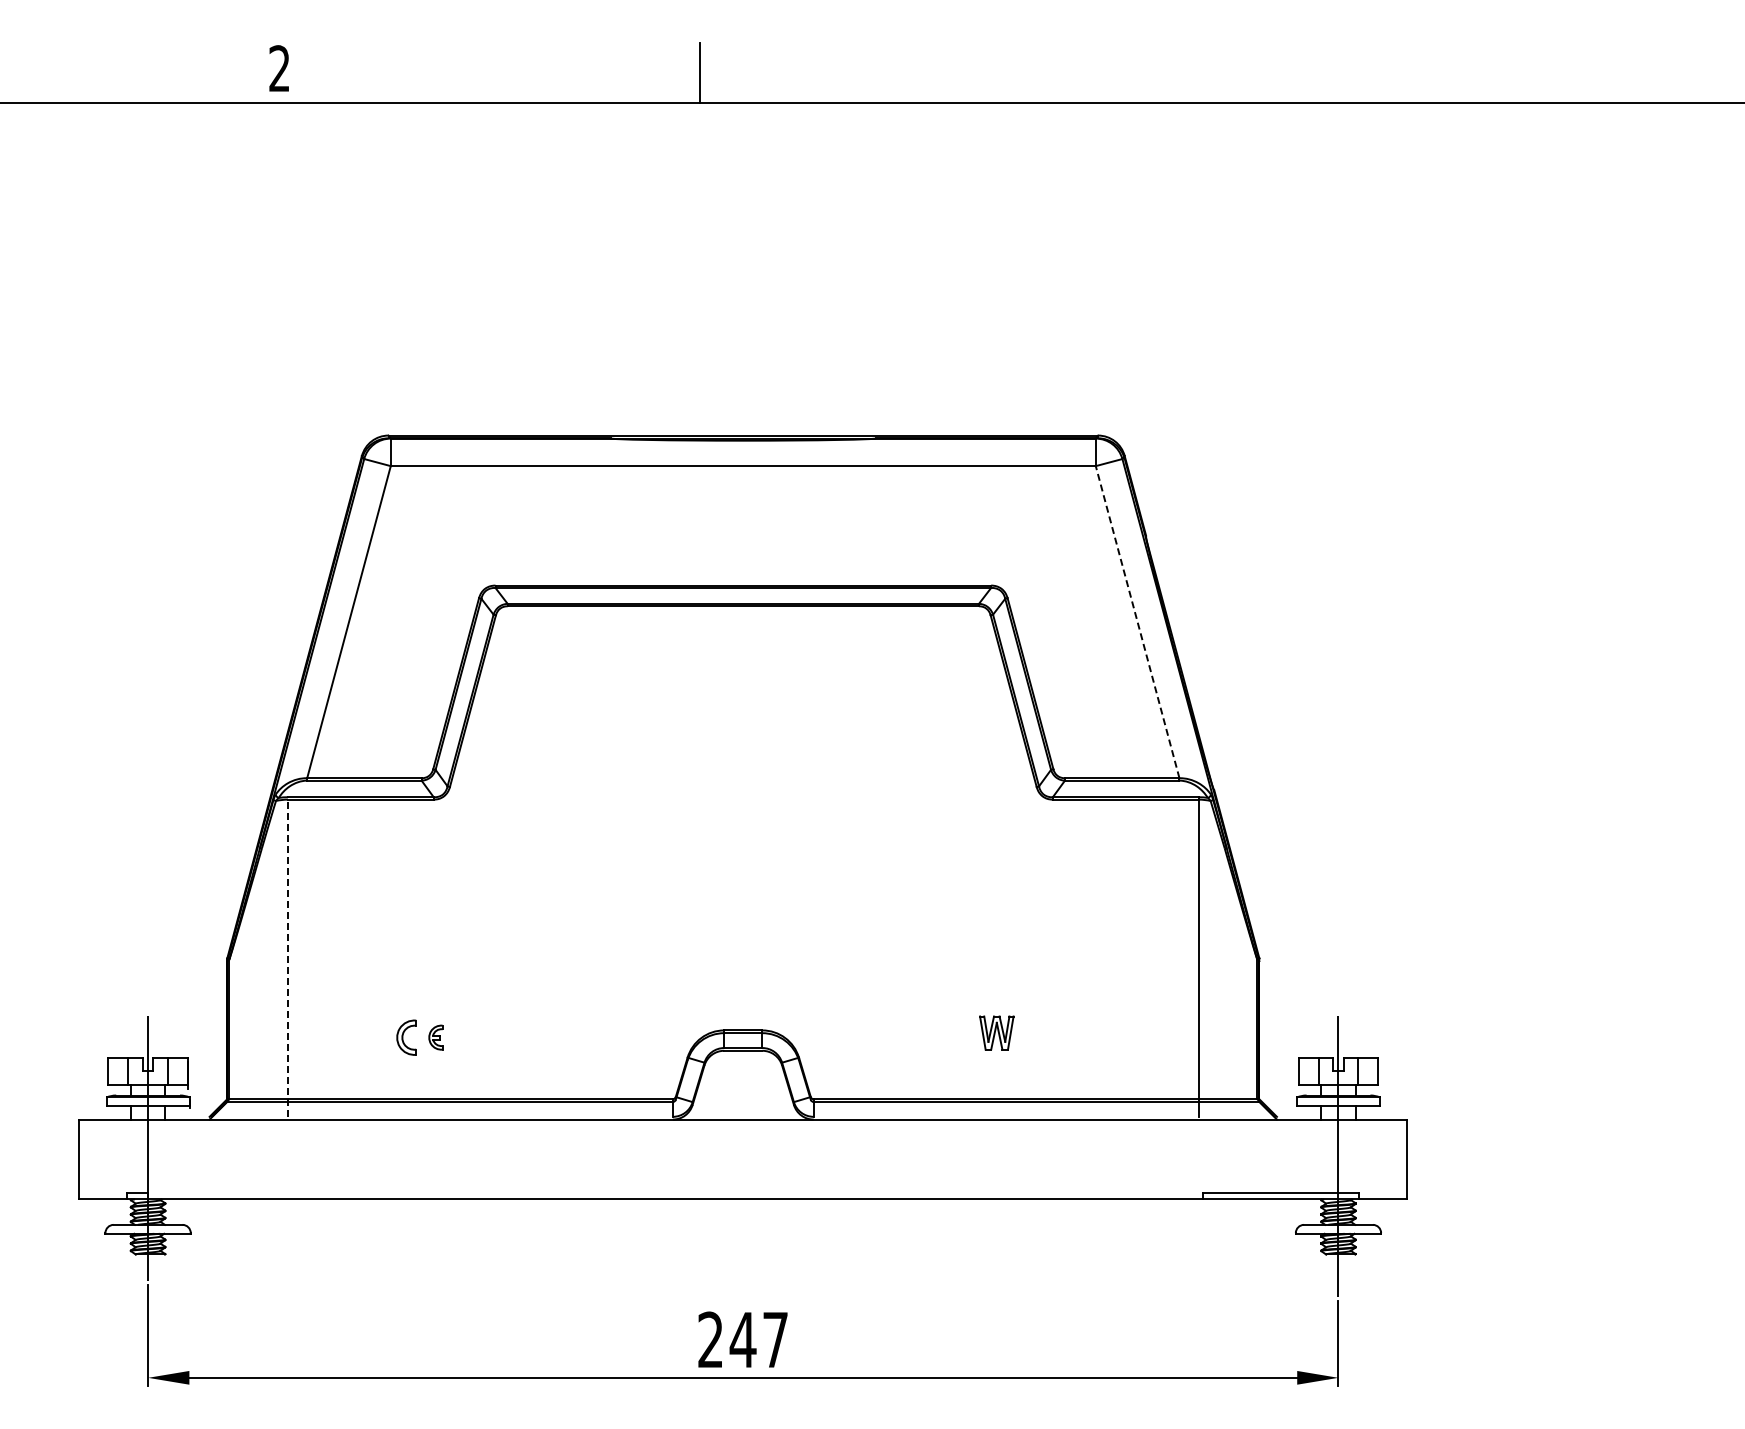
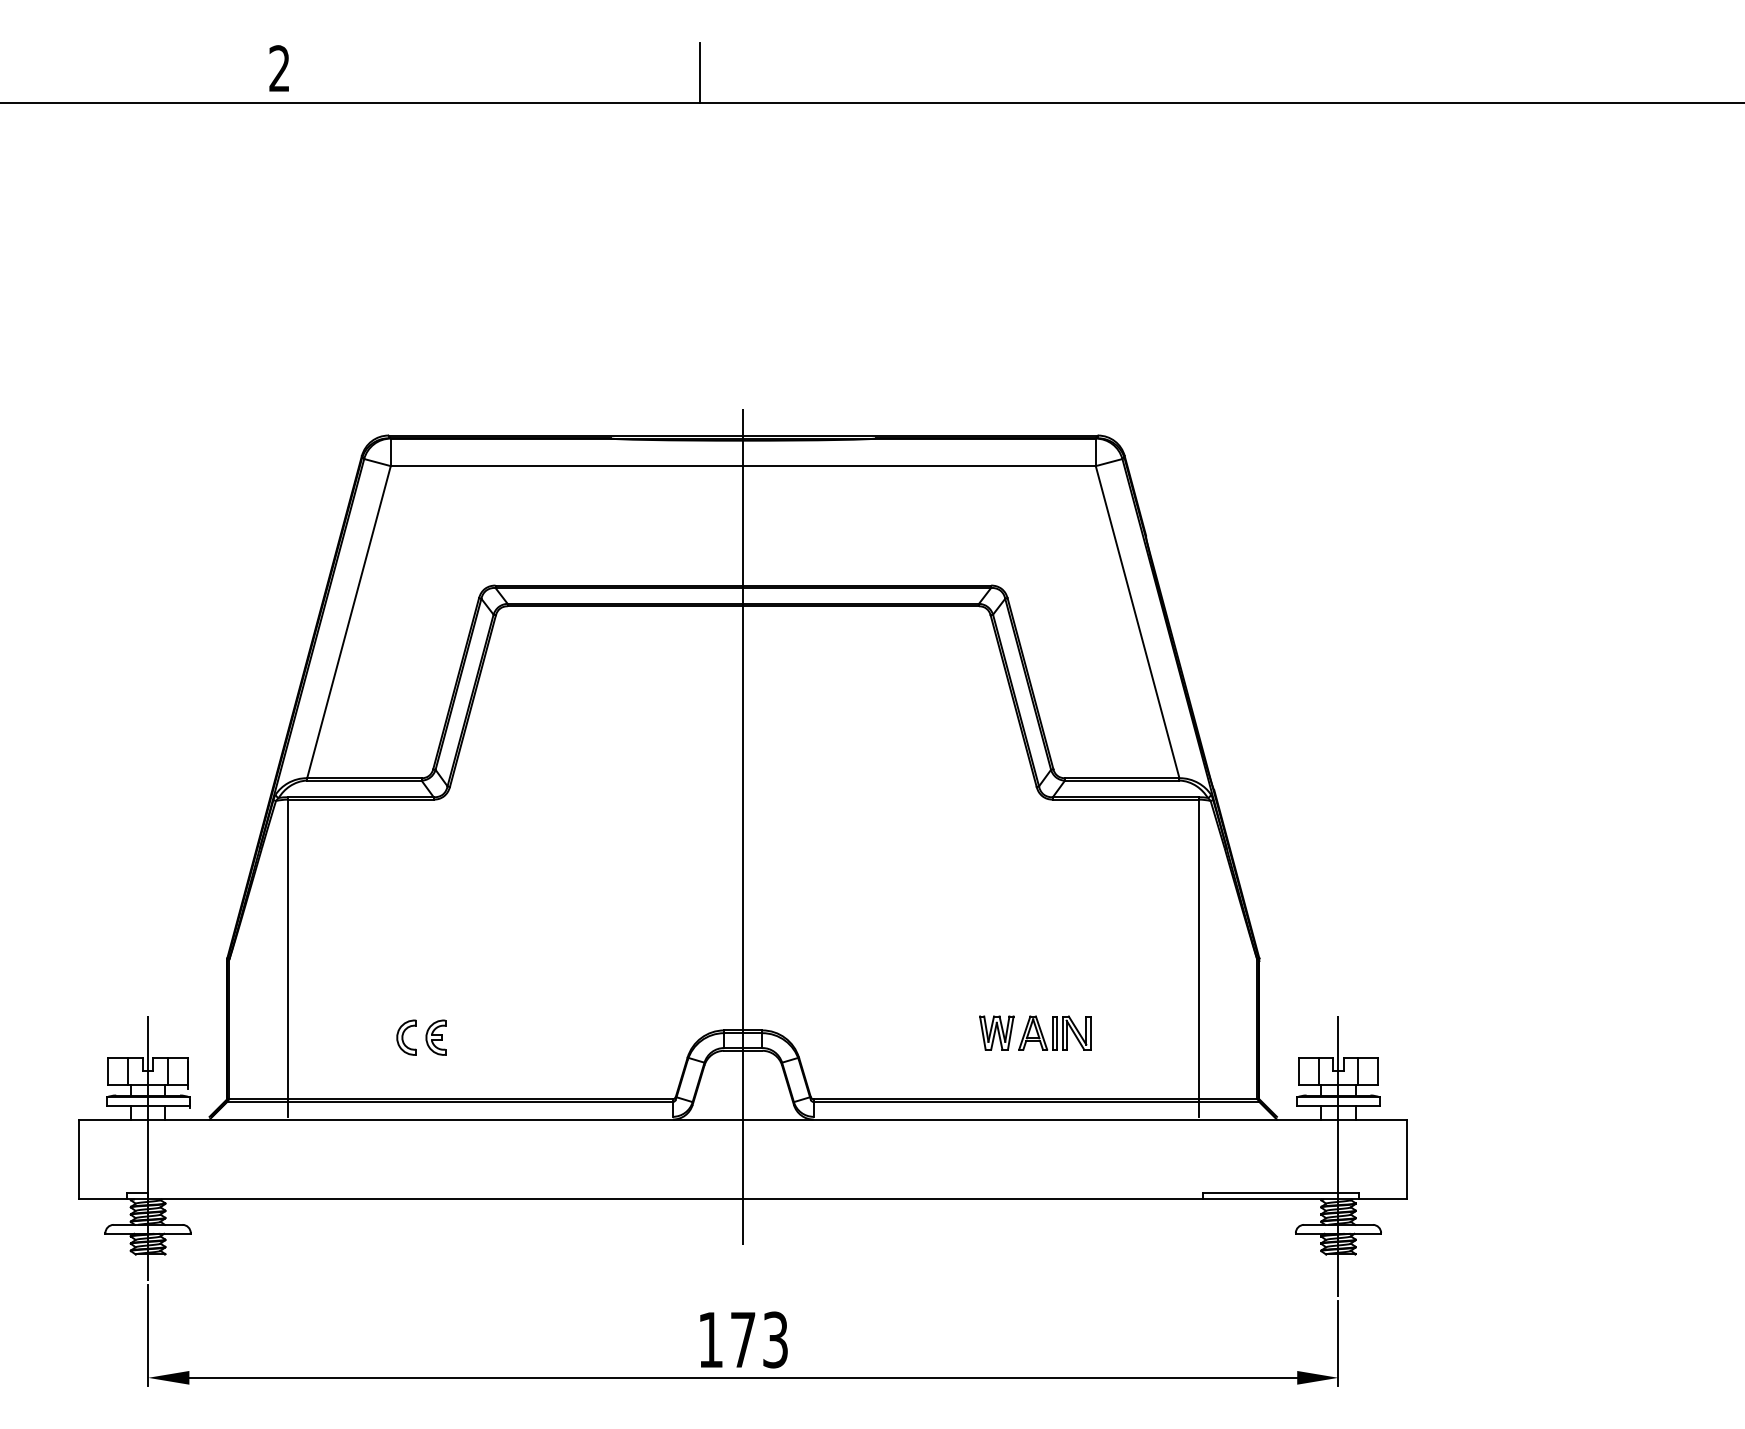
line at (1137, 622): dashed -> solid
line at (743, 827): none -> present
line at (287, 957): dashed -> solid
part at (1054, 1032): none -> present
part at (435, 1037) size: 16x27 px -> 22x37 px
text at (742, 1339): 247 -> 173
